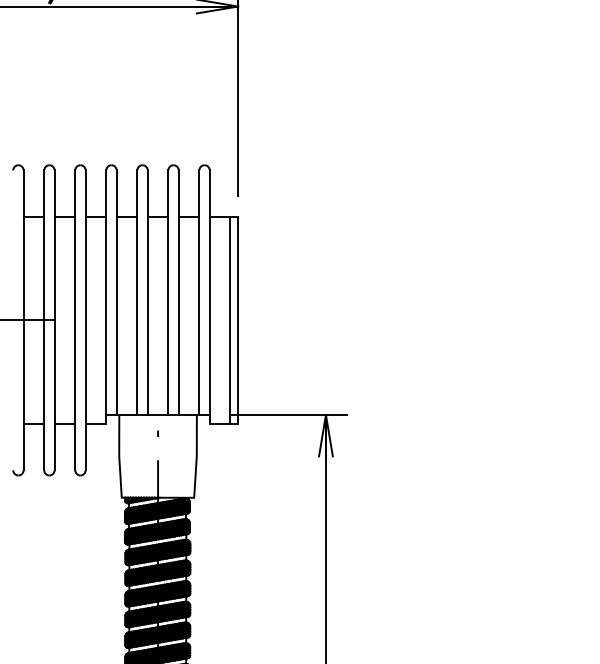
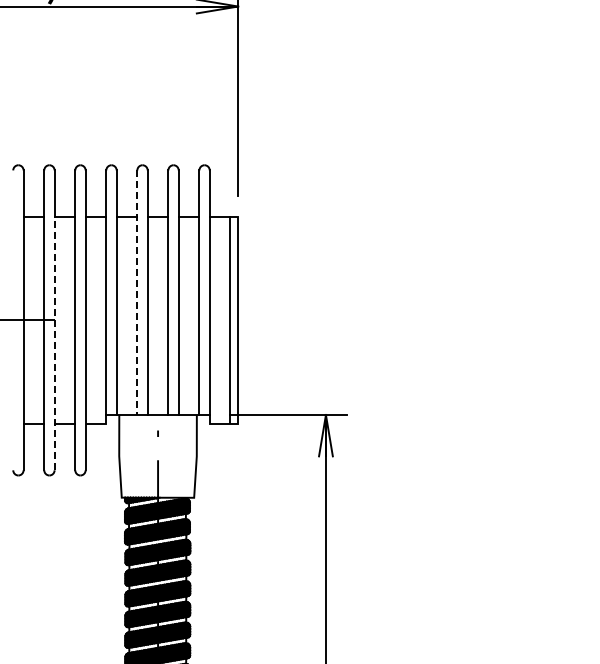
line at (137, 293): solid -> dashed
line at (54, 343): solid -> dashed
